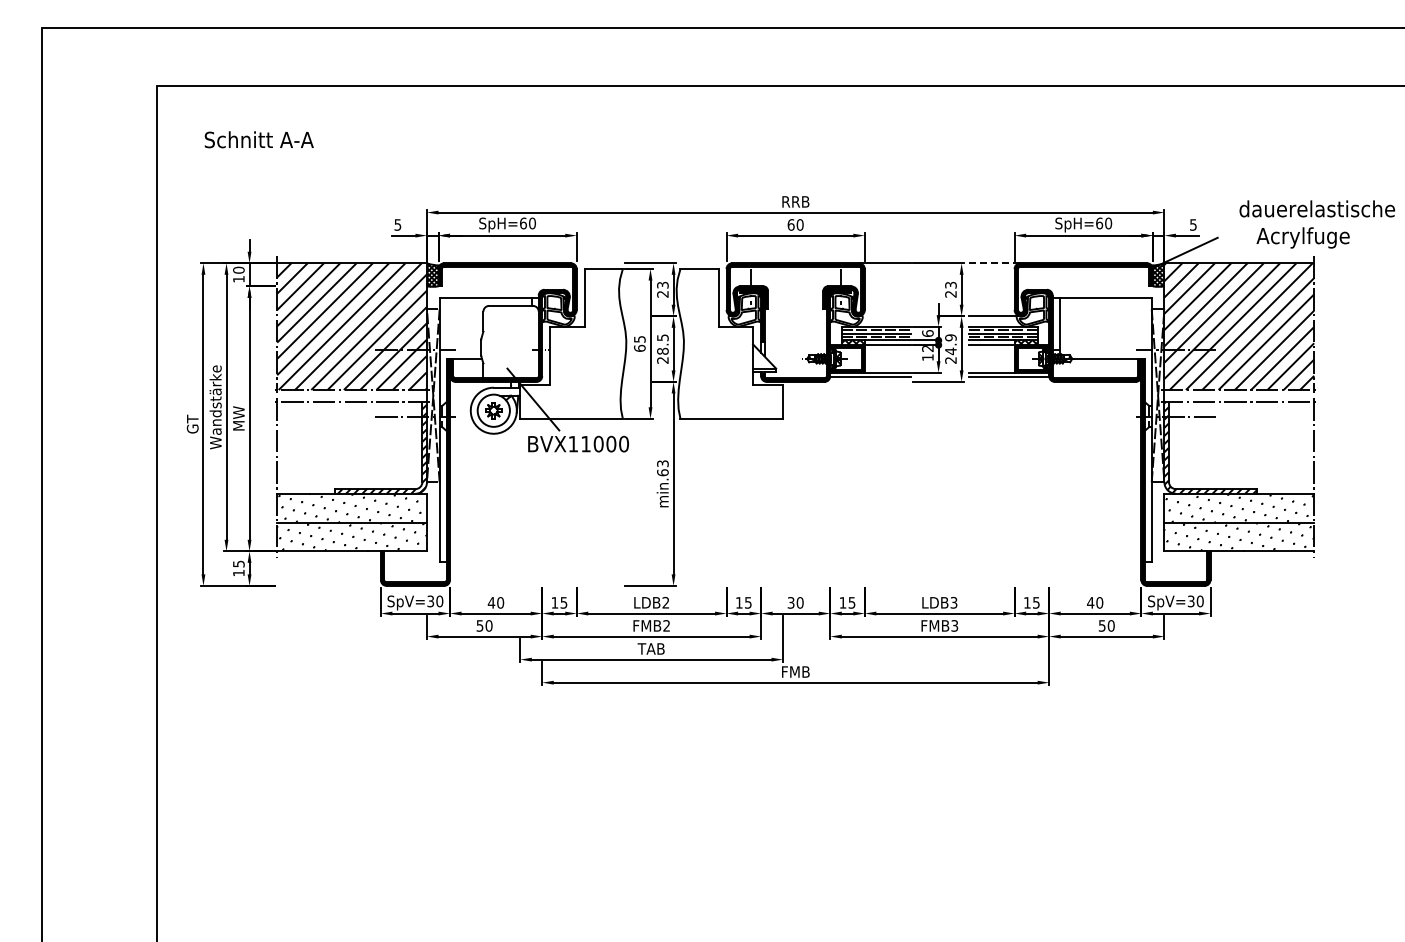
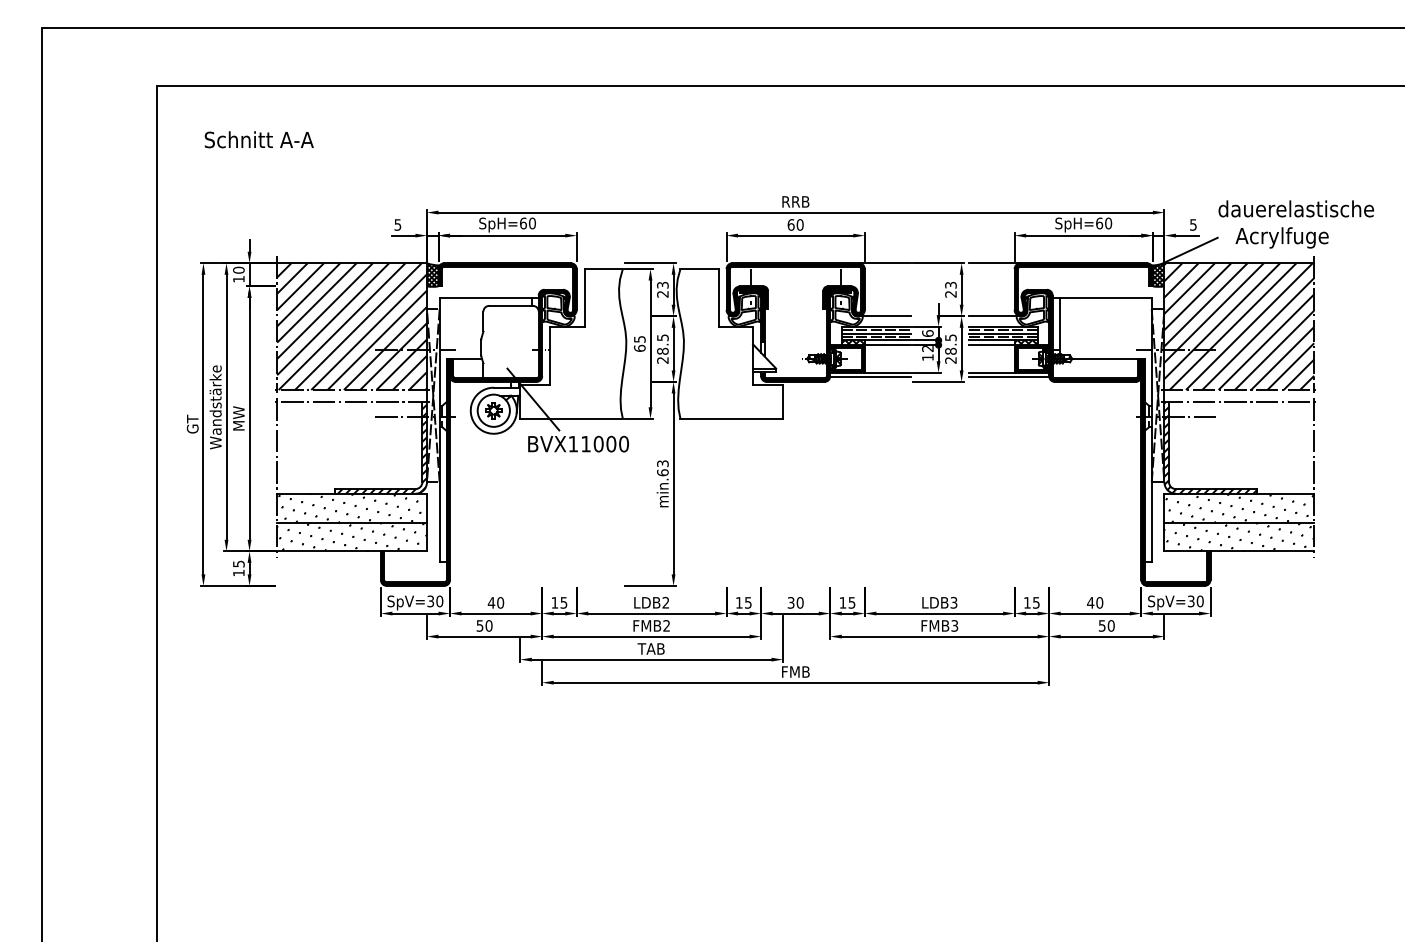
text at (1317, 224) position: (1317, 224) -> (1296, 224)
line at (994, 263): dashed -> solid
line at (884, 316): none -> present
text at (950, 344): 24.9 -> 28.5
